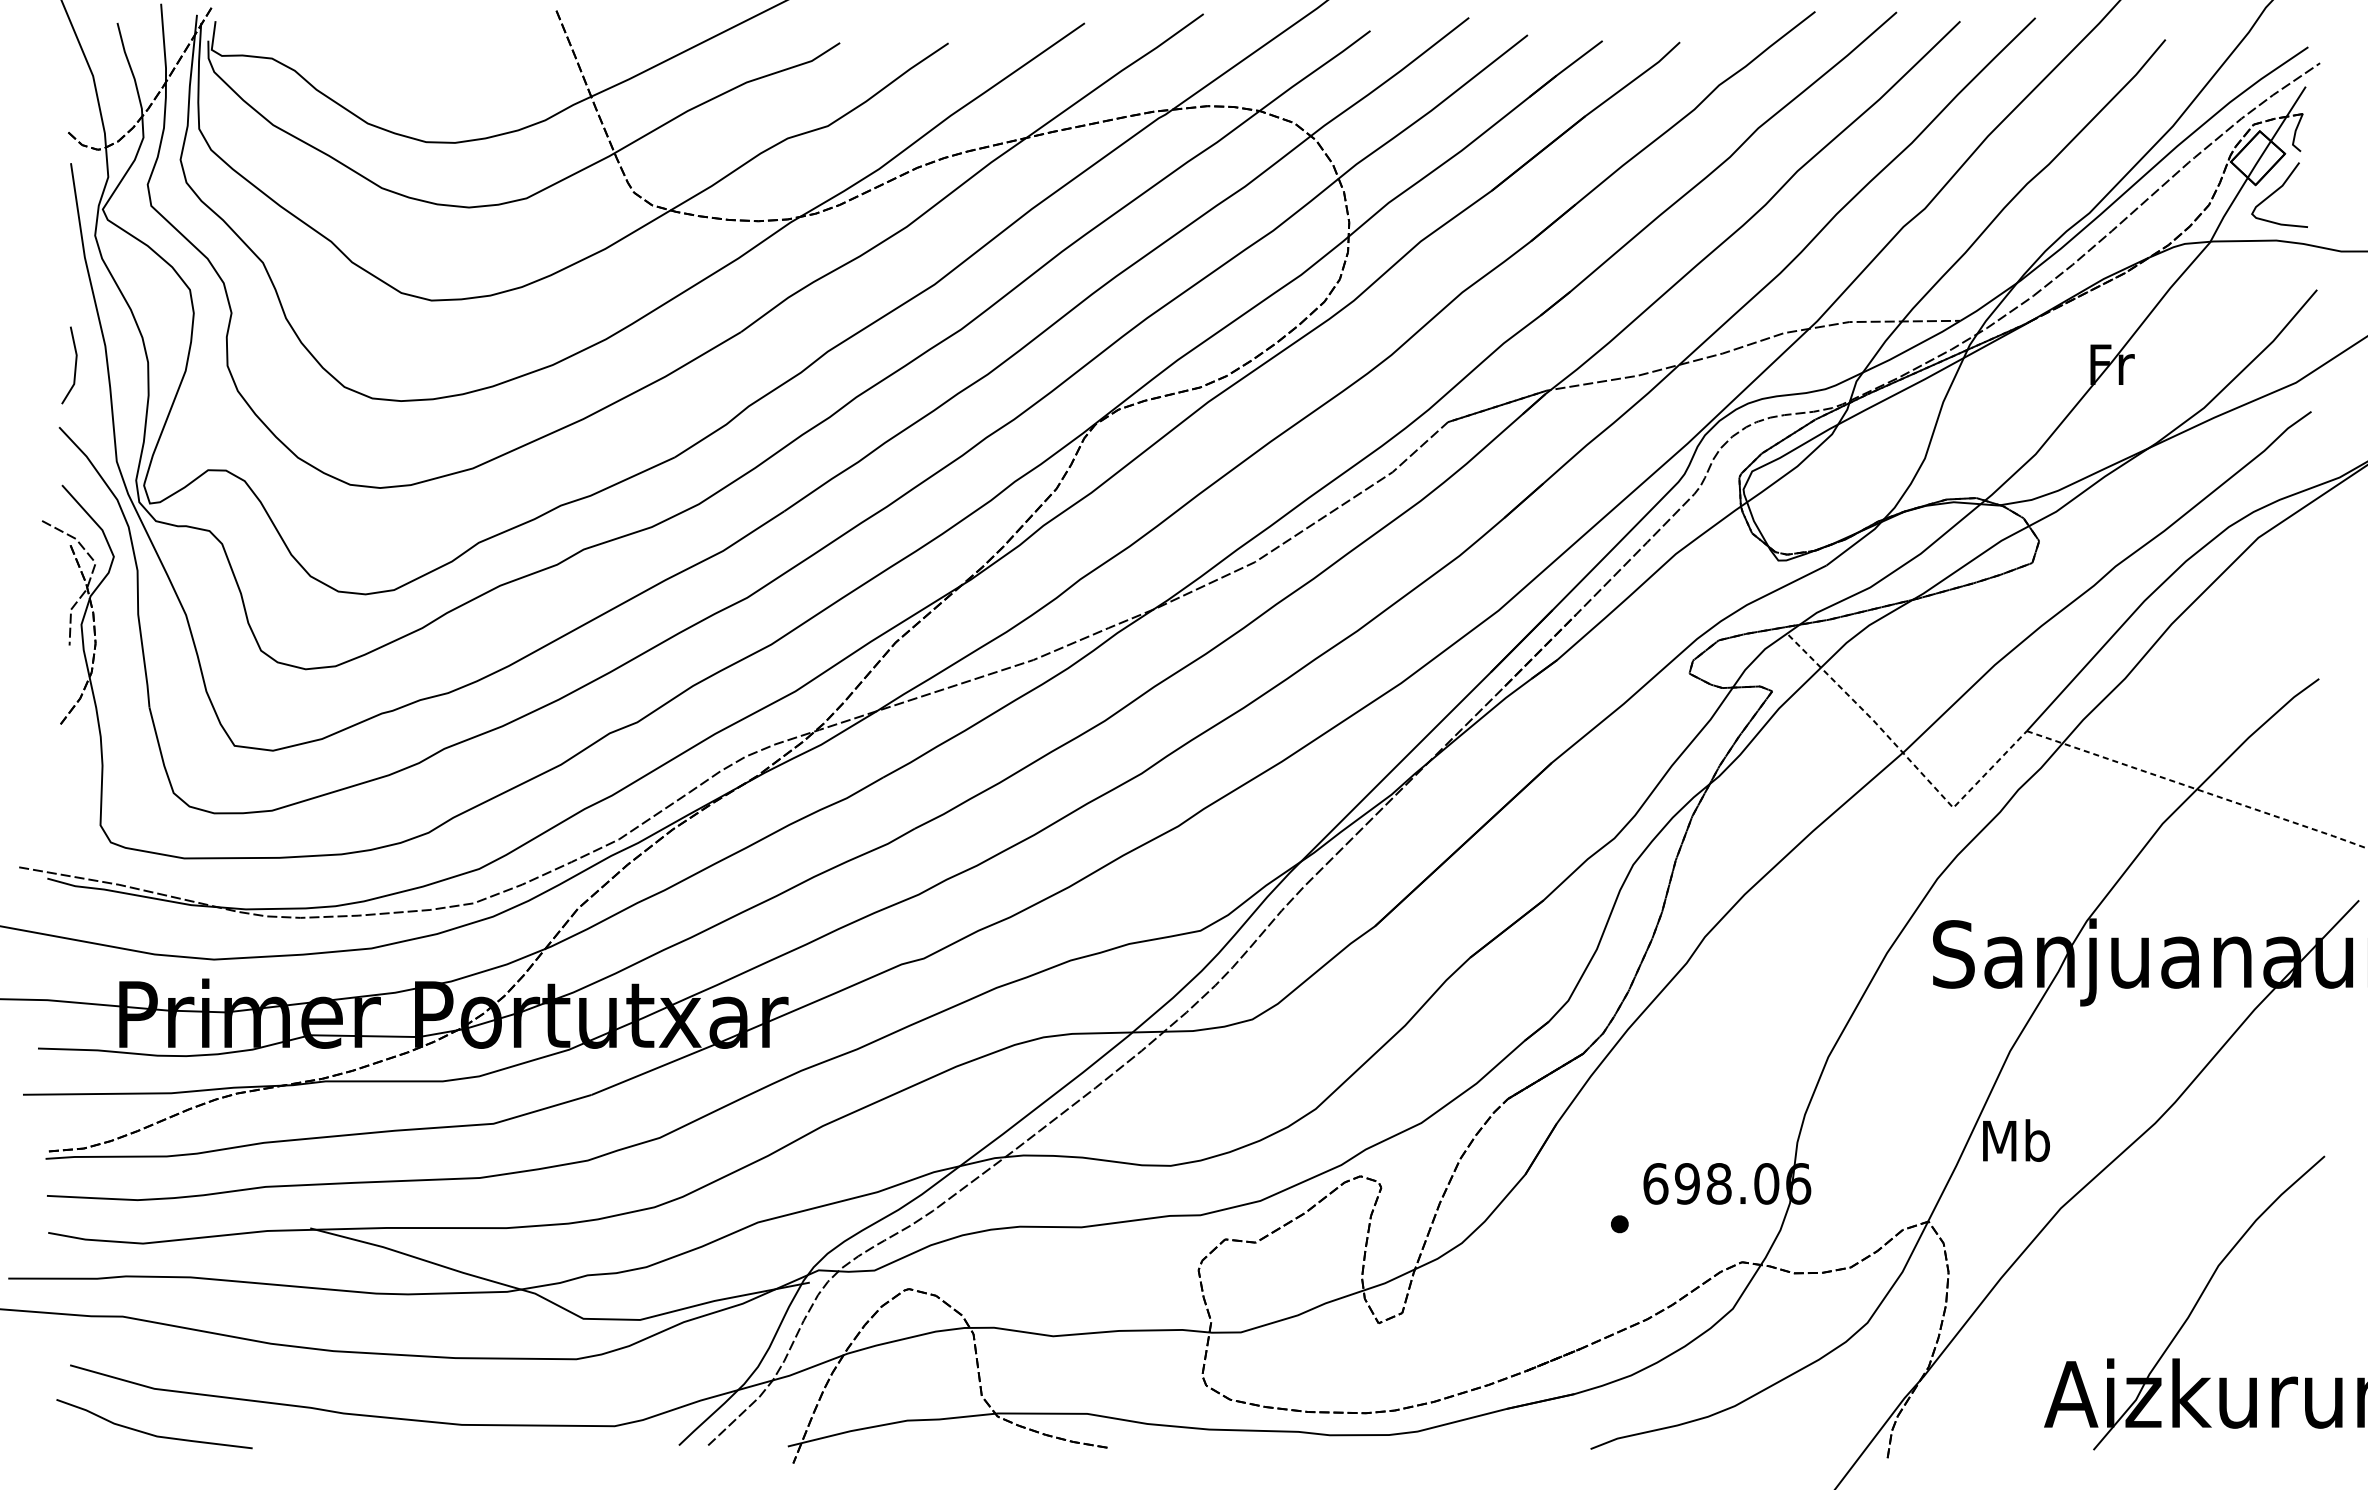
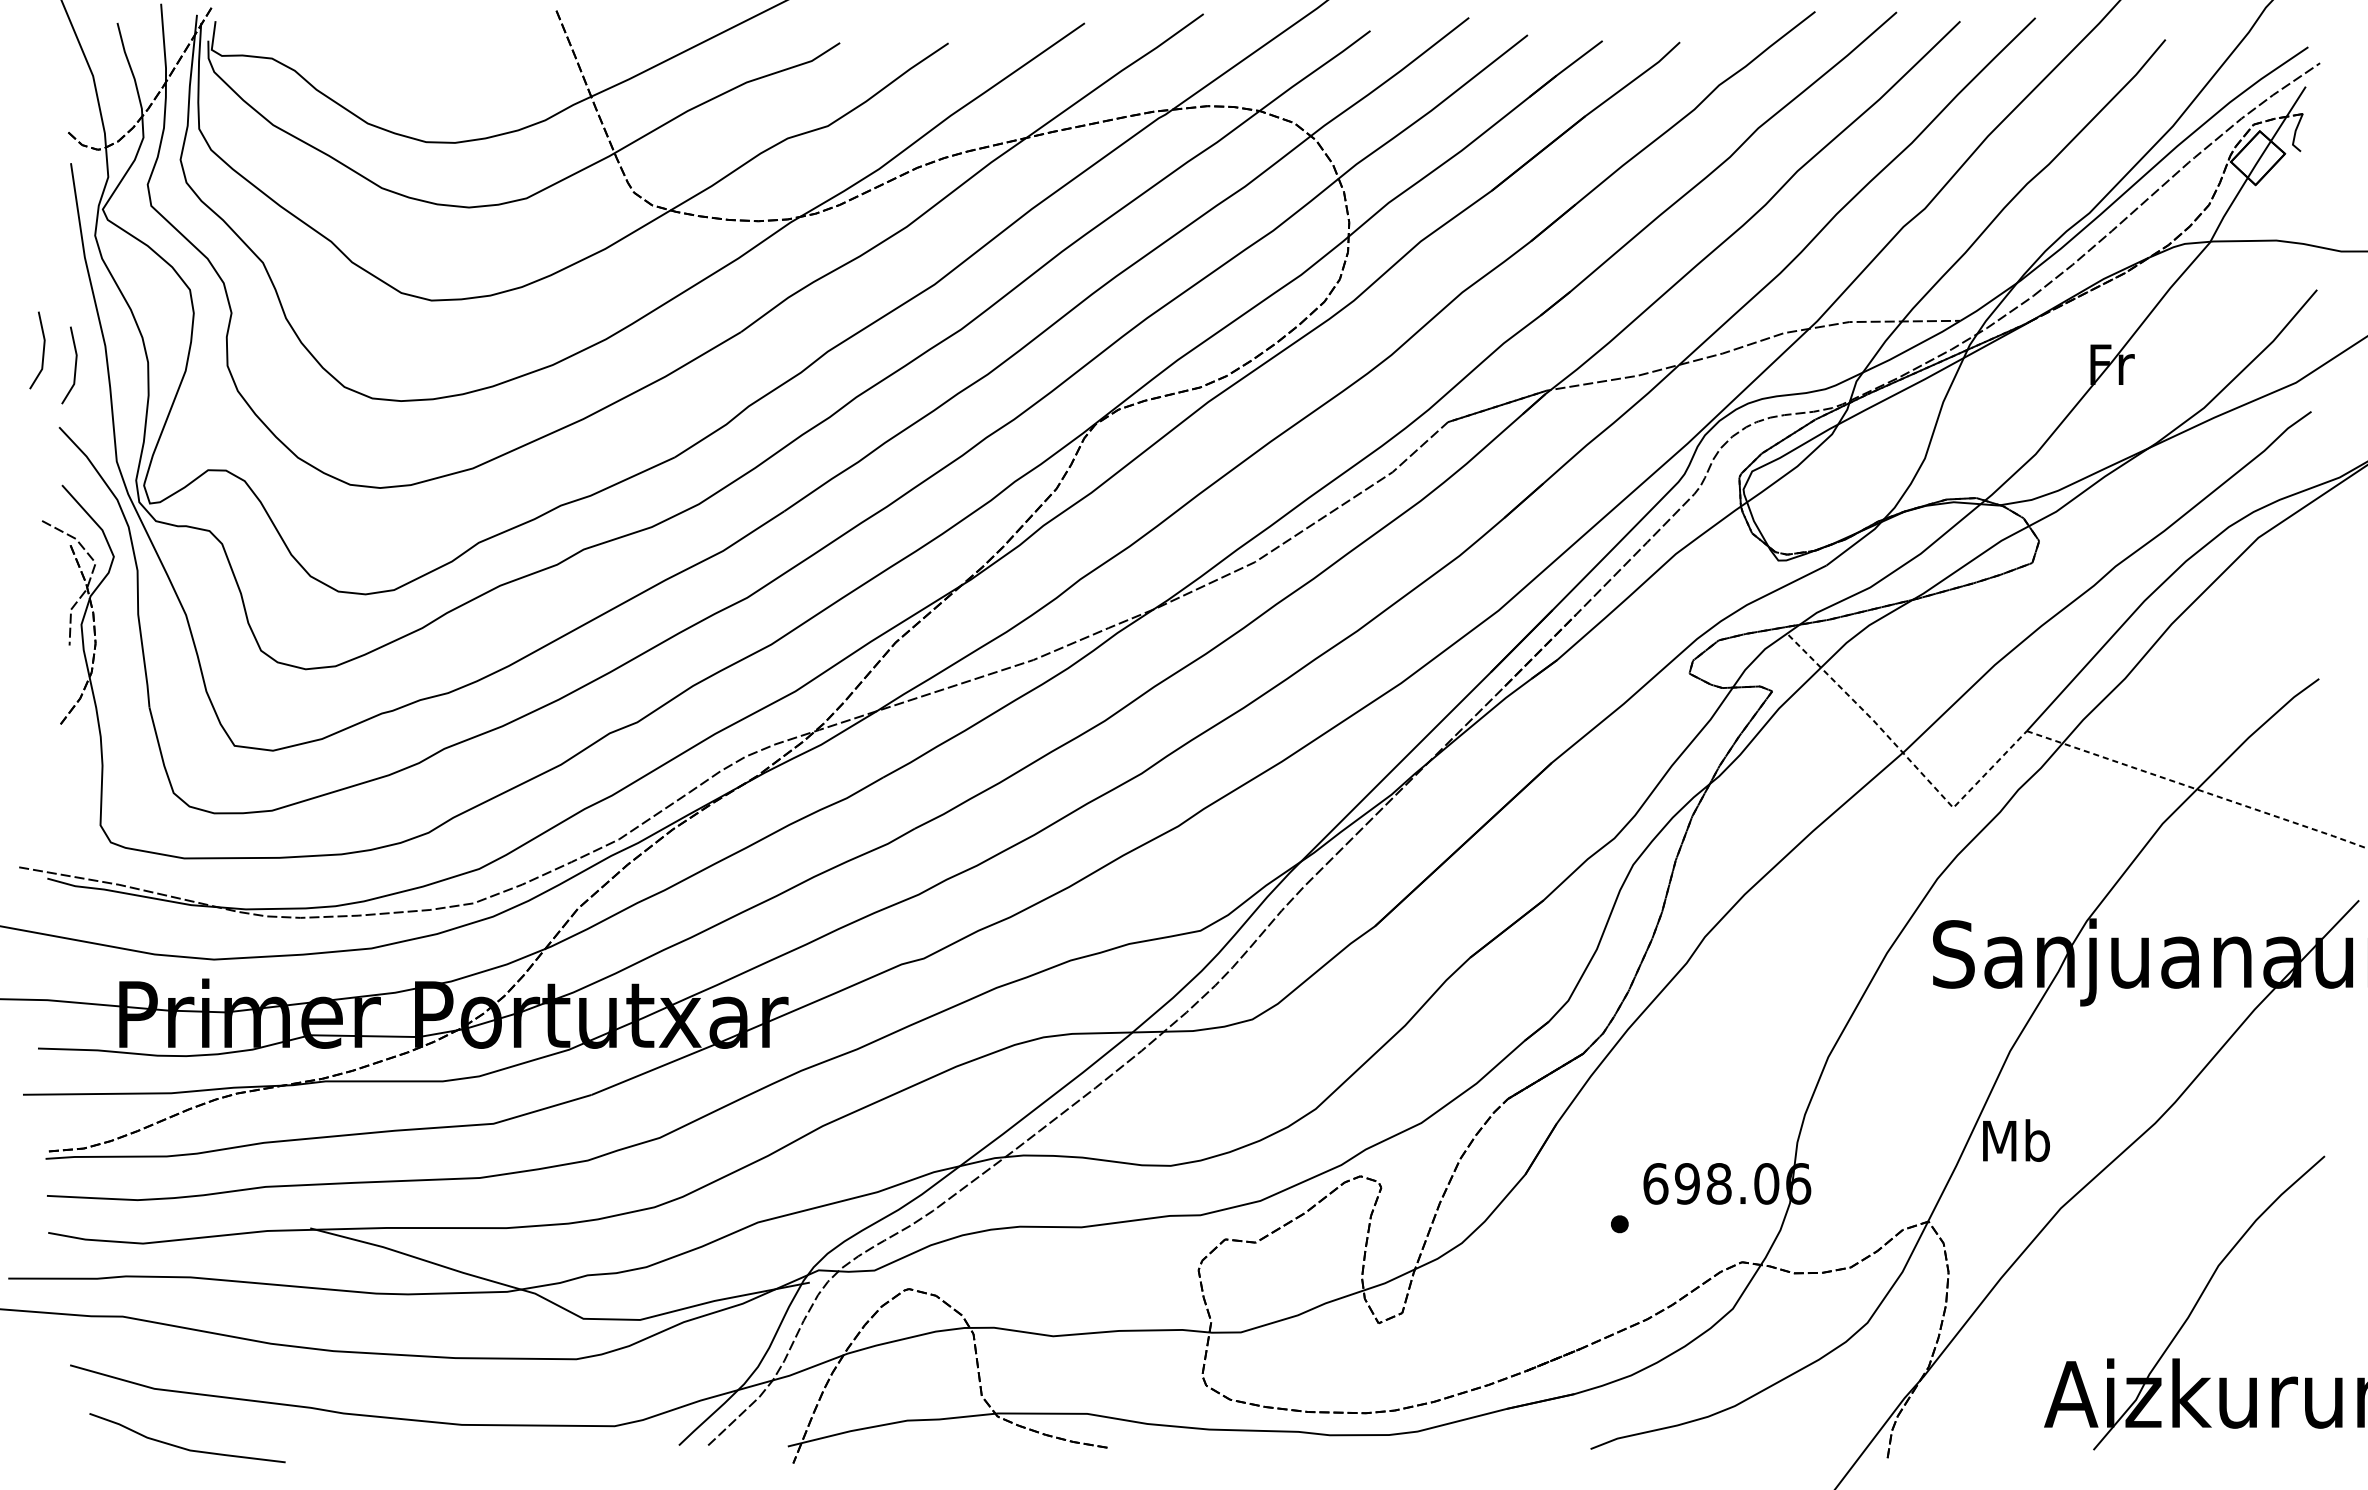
curve at (2278, 190): present -> none
line at (42, 351): none -> present
curve at (151, 1433) position: (151, 1433) -> (184, 1447)
